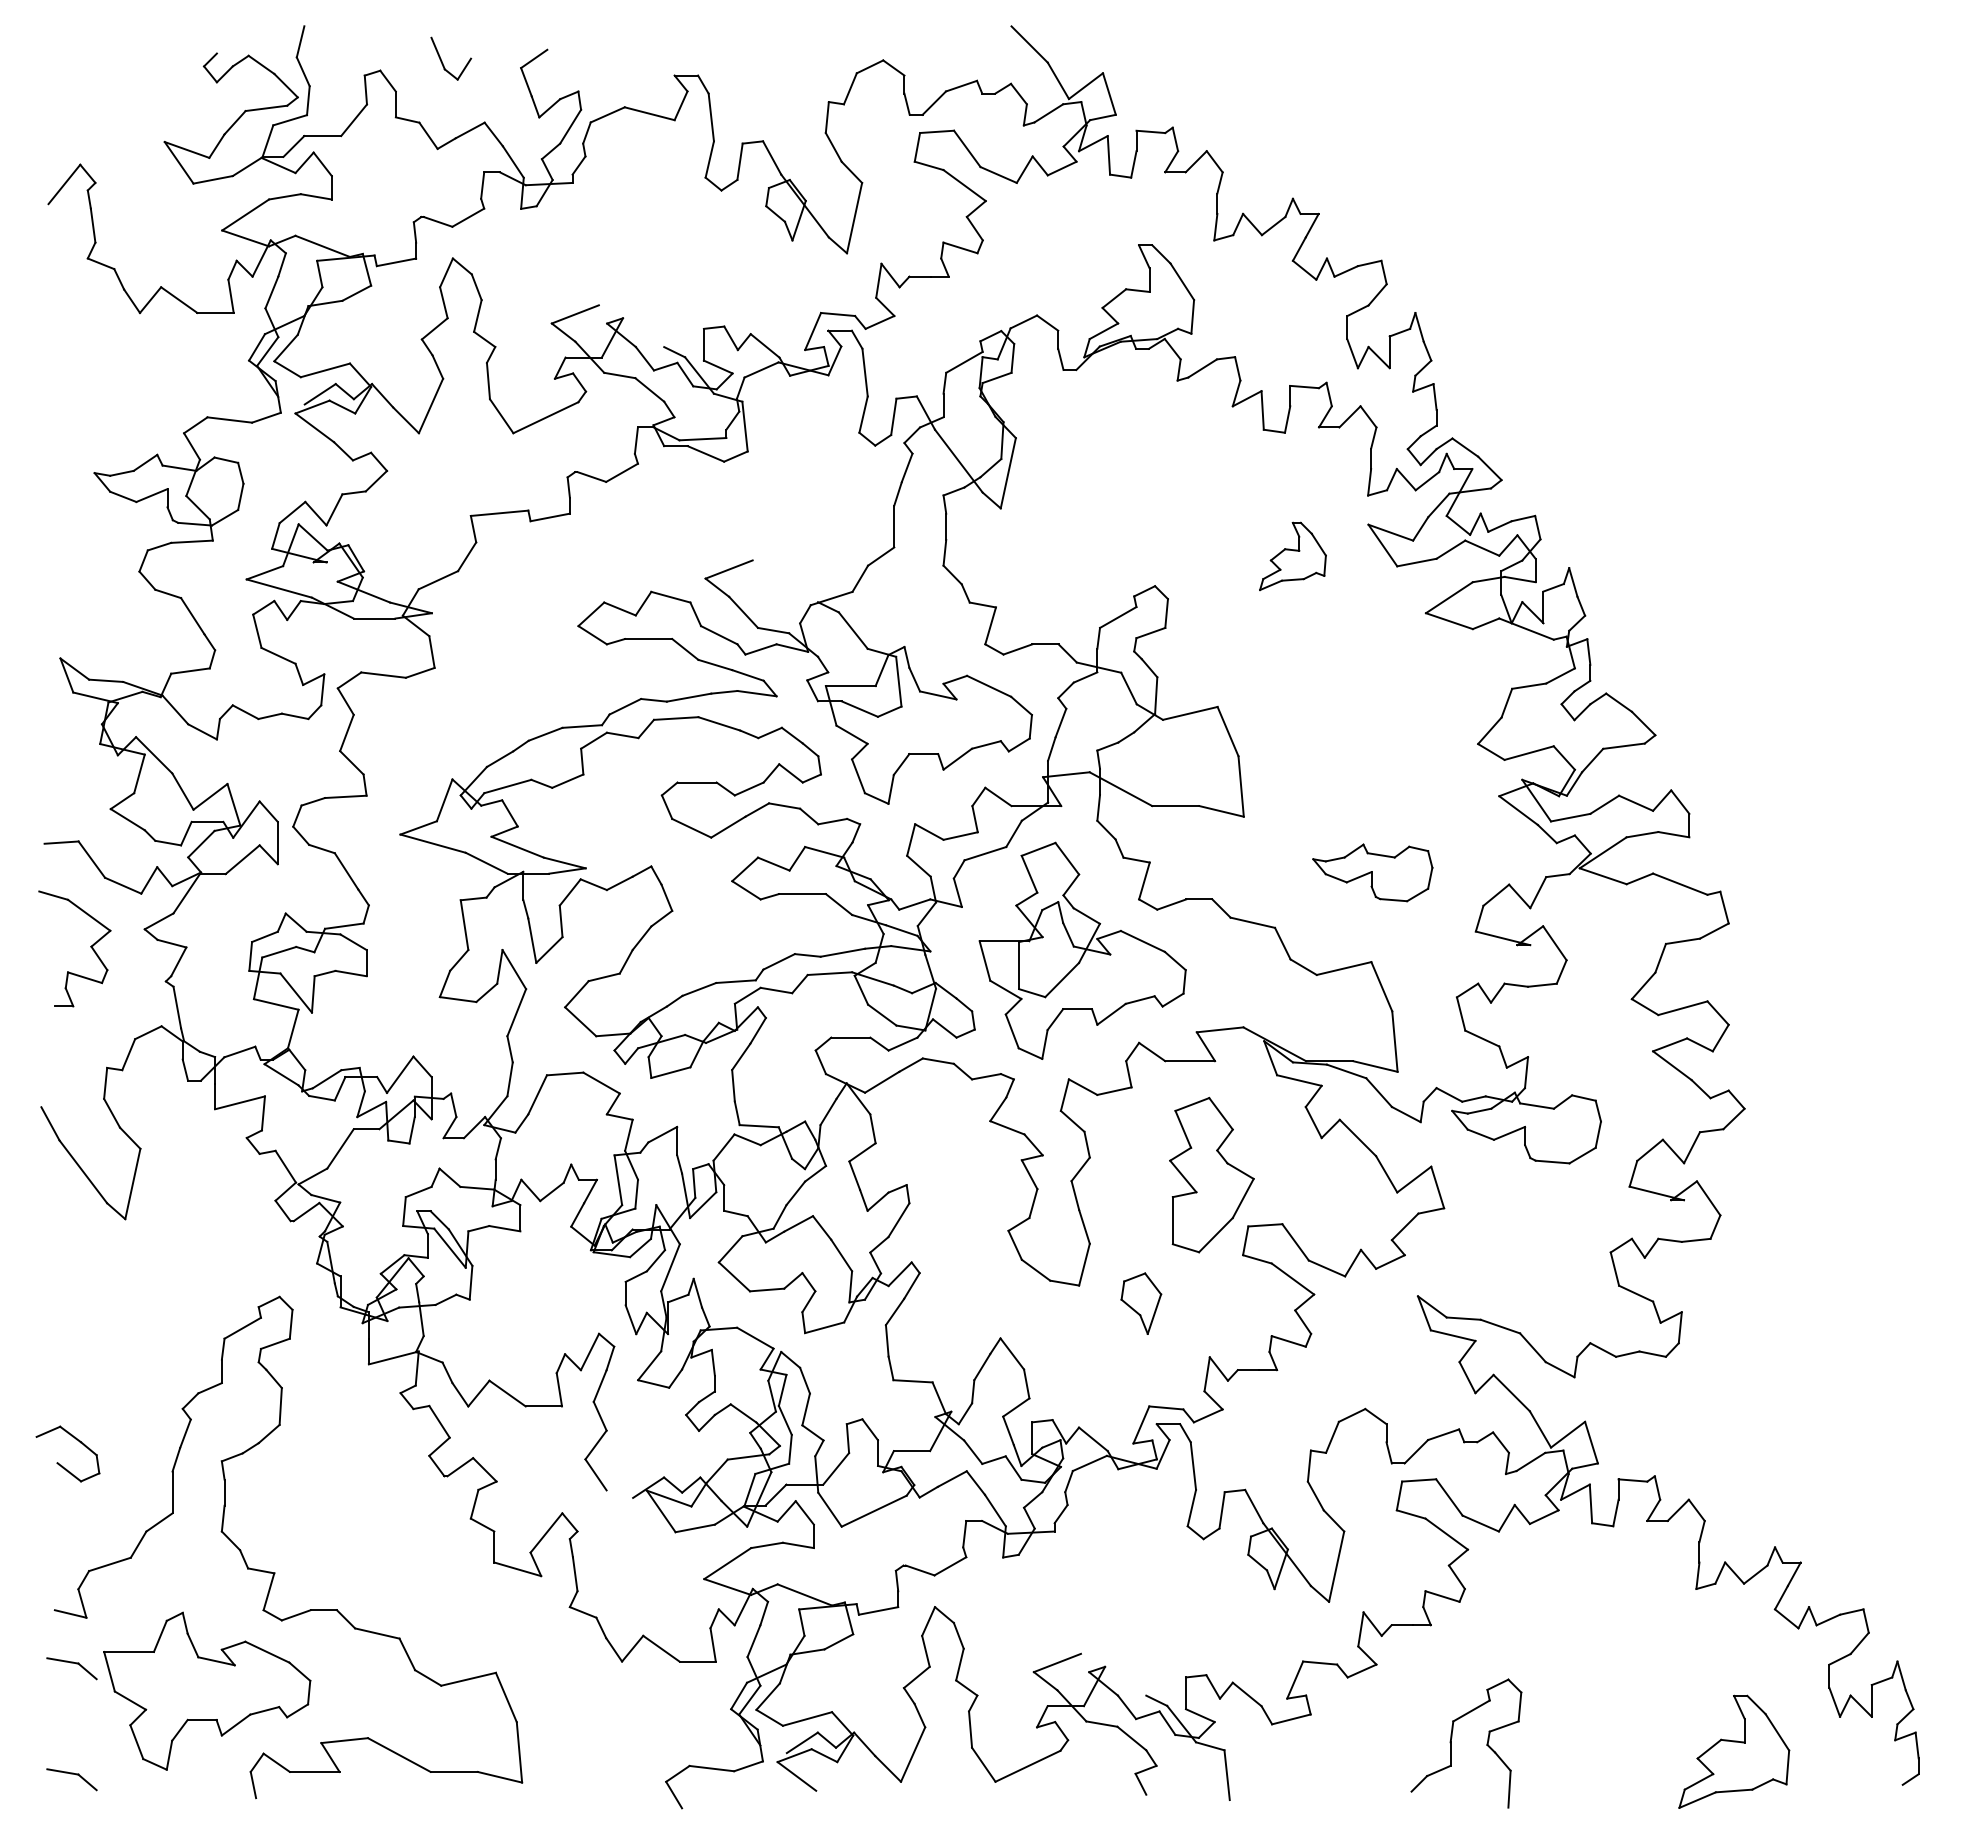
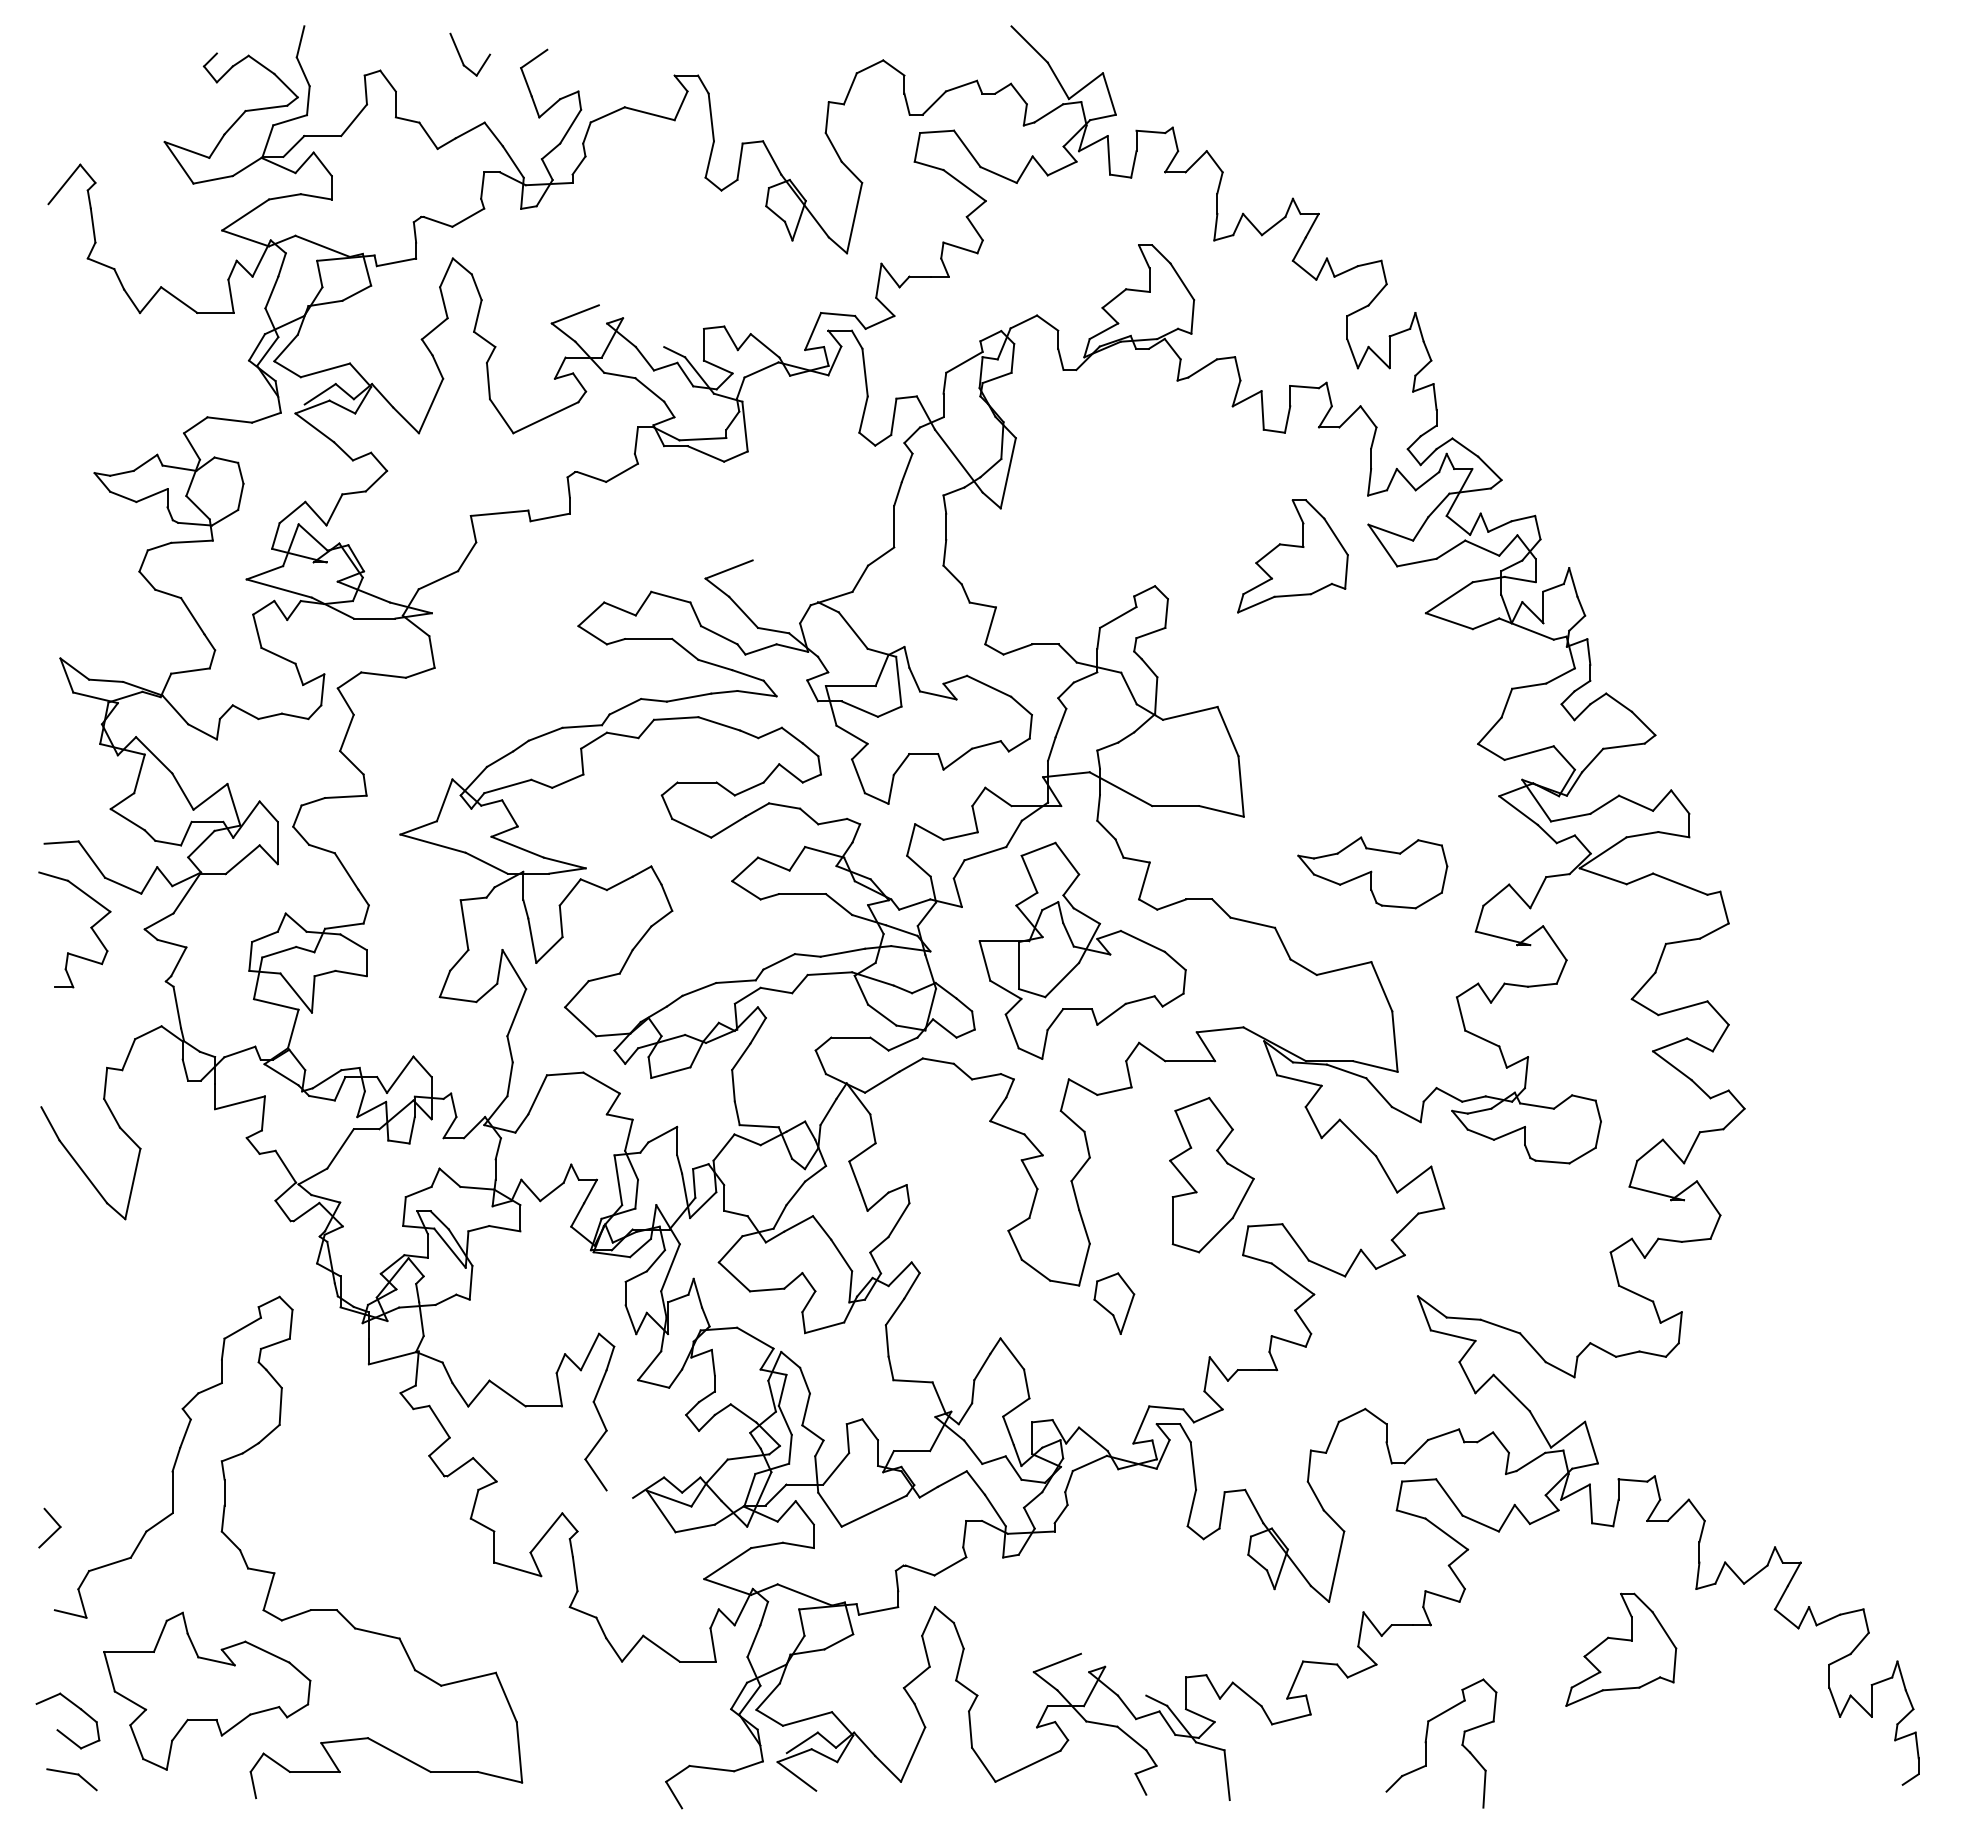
part at (442, 60) position: (442, 60) -> (461, 56)
part at (1292, 556) size: 68x71 px -> 112x115 px
part at (1372, 872) size: 122x60 px -> 152x74 px
part at (90, 947) position: (90, 947) -> (90, 928)
part at (1141, 1303) position: (1141, 1303) -> (1114, 1303)
part at (58, 1462) position: (58, 1462) -> (58, 1729)
part at (54, 1531): none -> present
part at (71, 1668): present -> none
part at (1451, 1743) position: (1451, 1743) -> (1426, 1743)
part at (1734, 1751) position: (1734, 1751) -> (1621, 1649)
